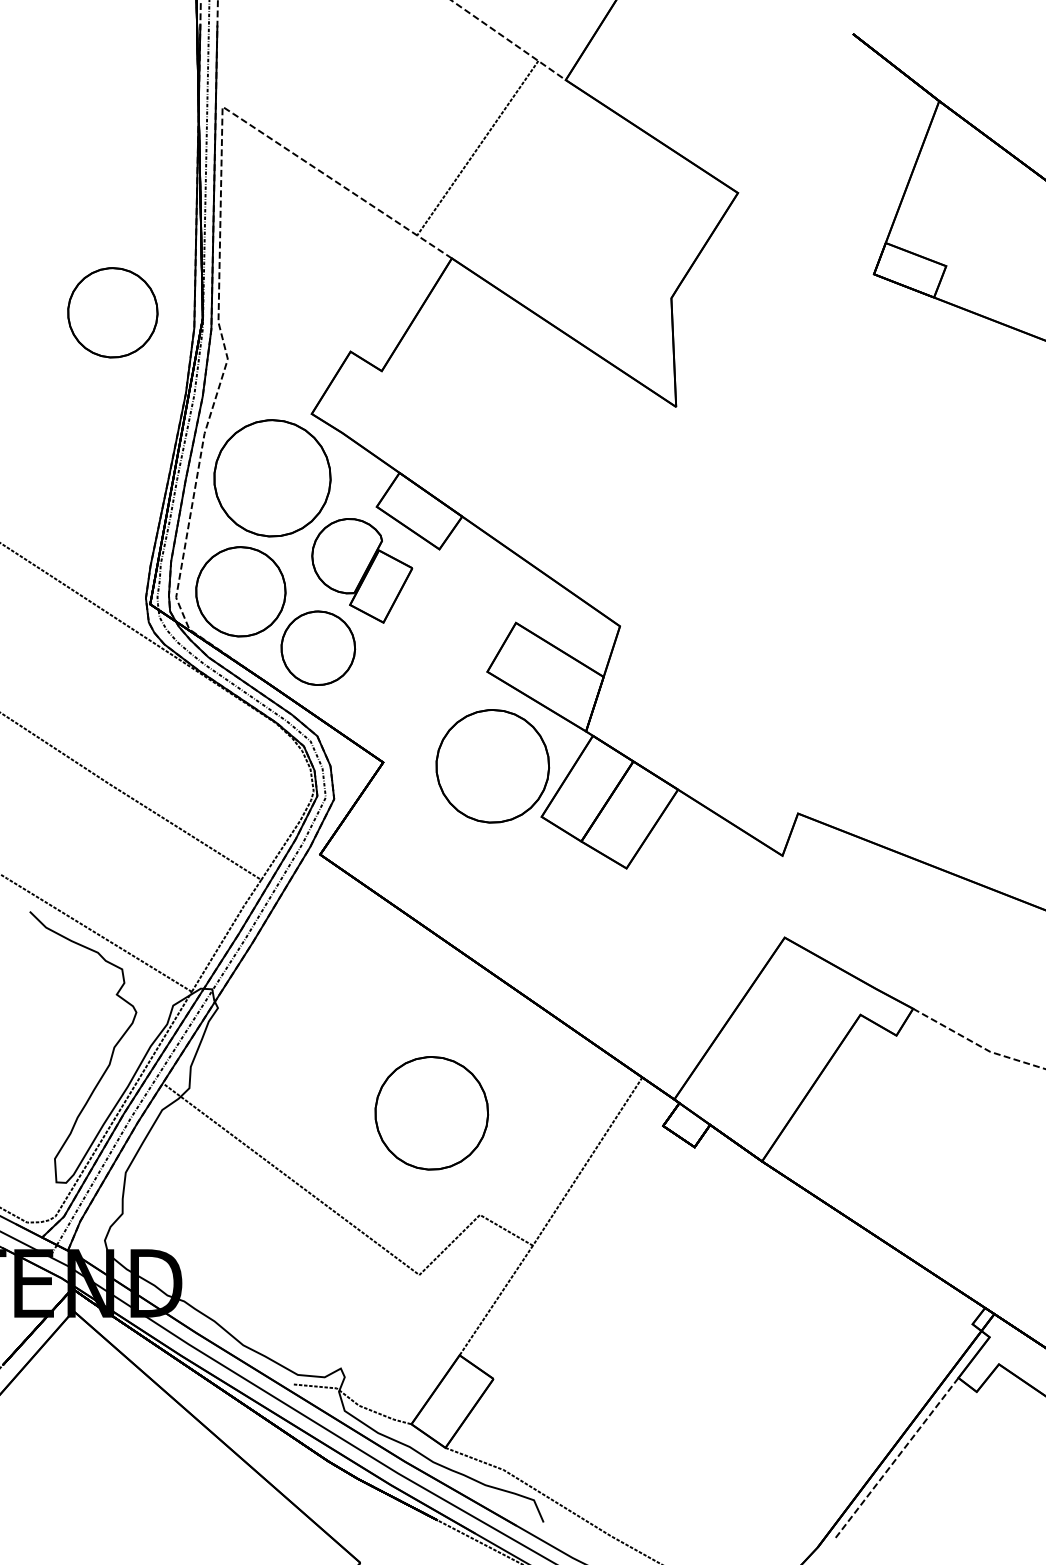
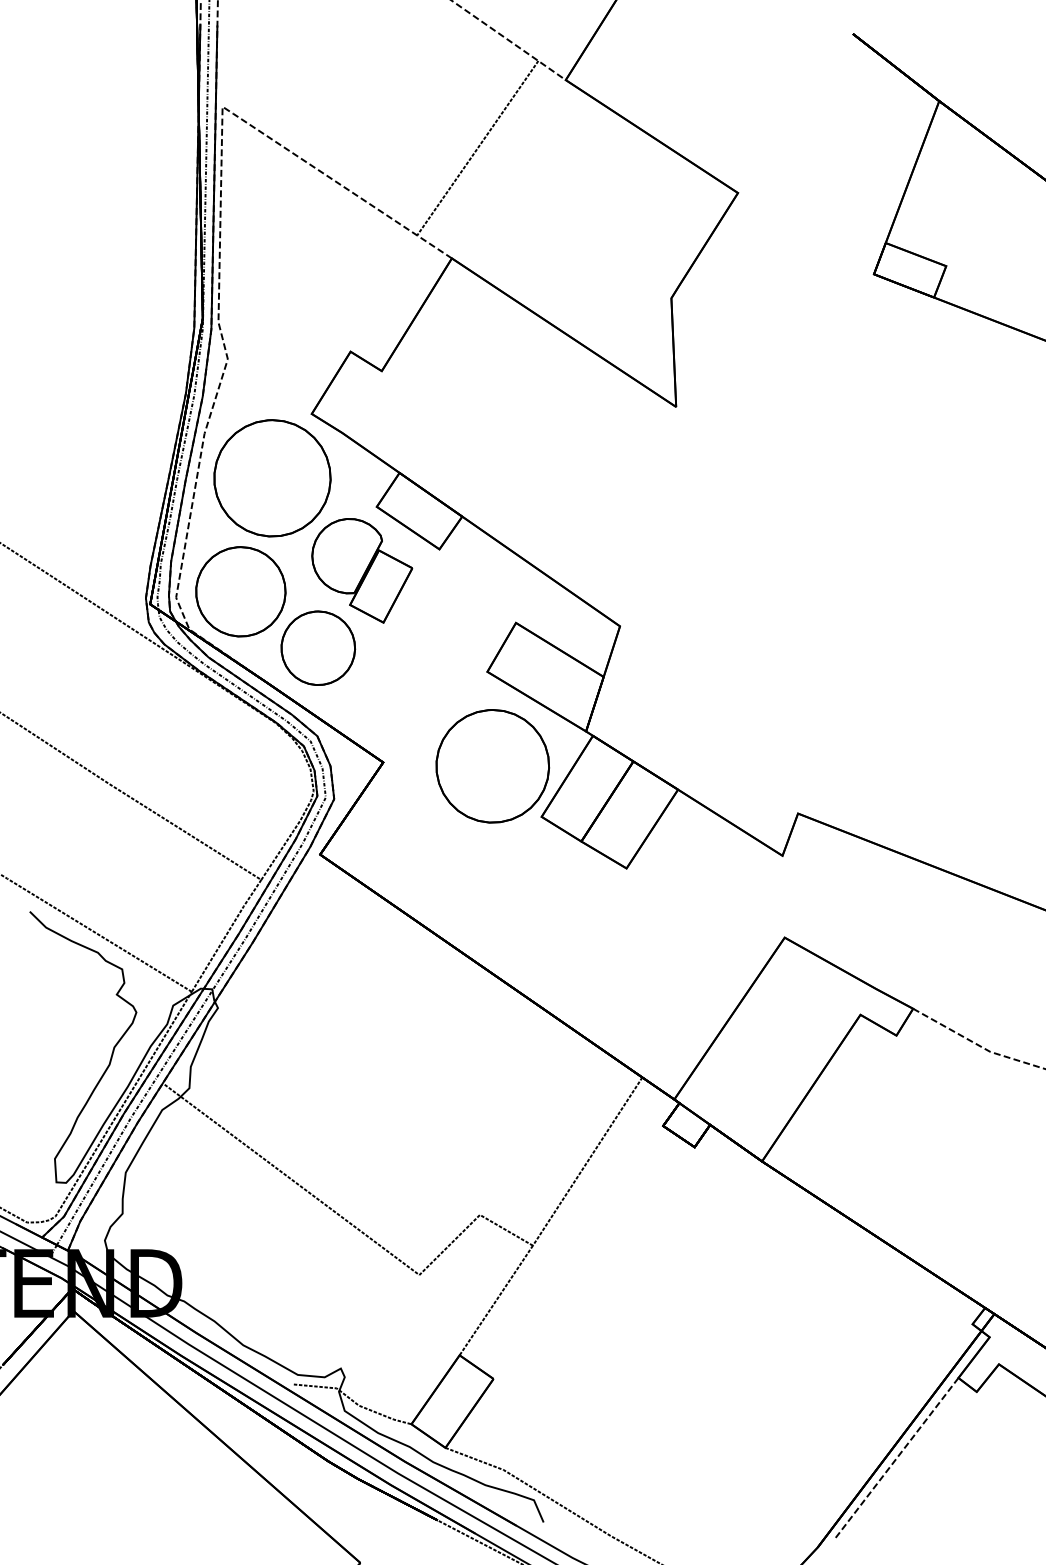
part at (112, 312): present -> none
part at (431, 1113): present -> none
